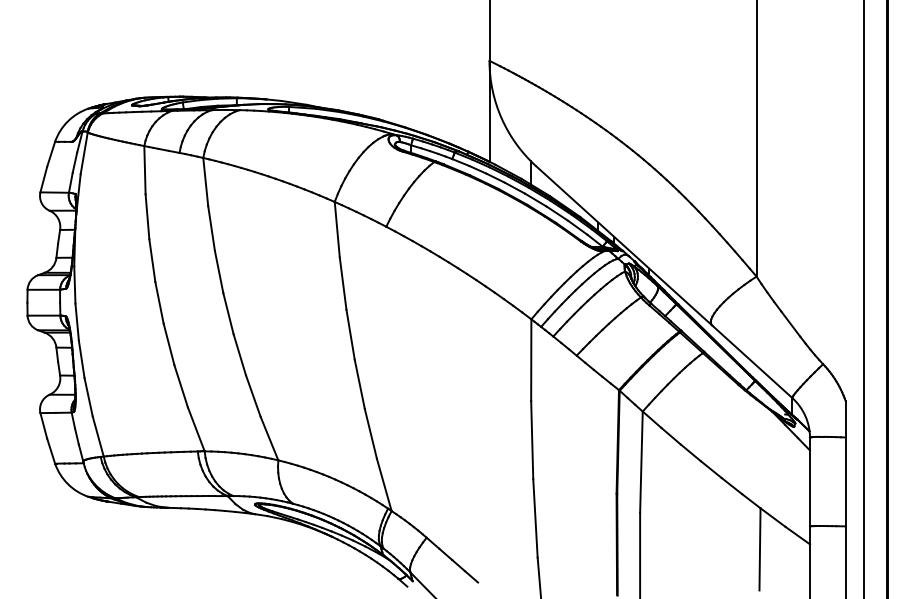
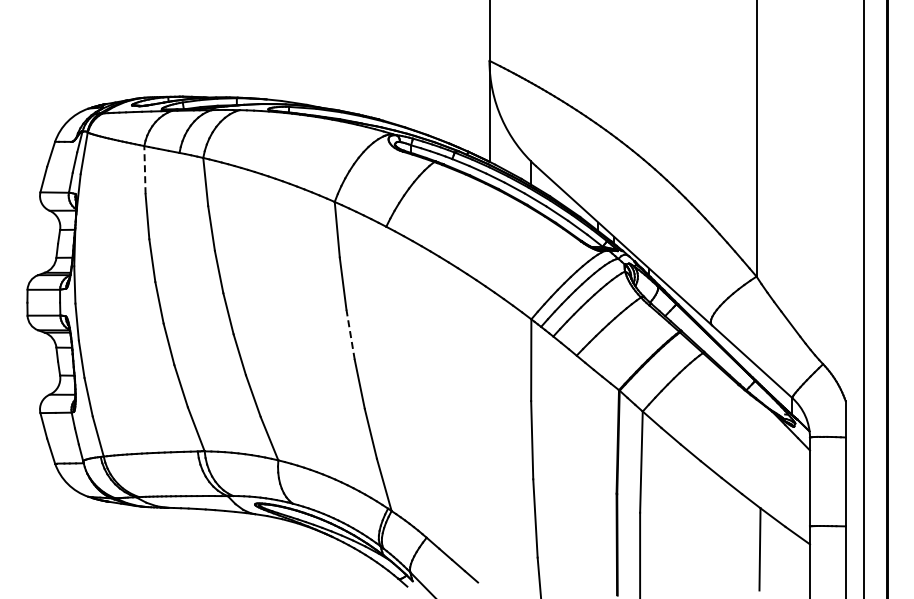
line at (144, 169): solid -> dashed
line at (350, 334): solid -> dashed
